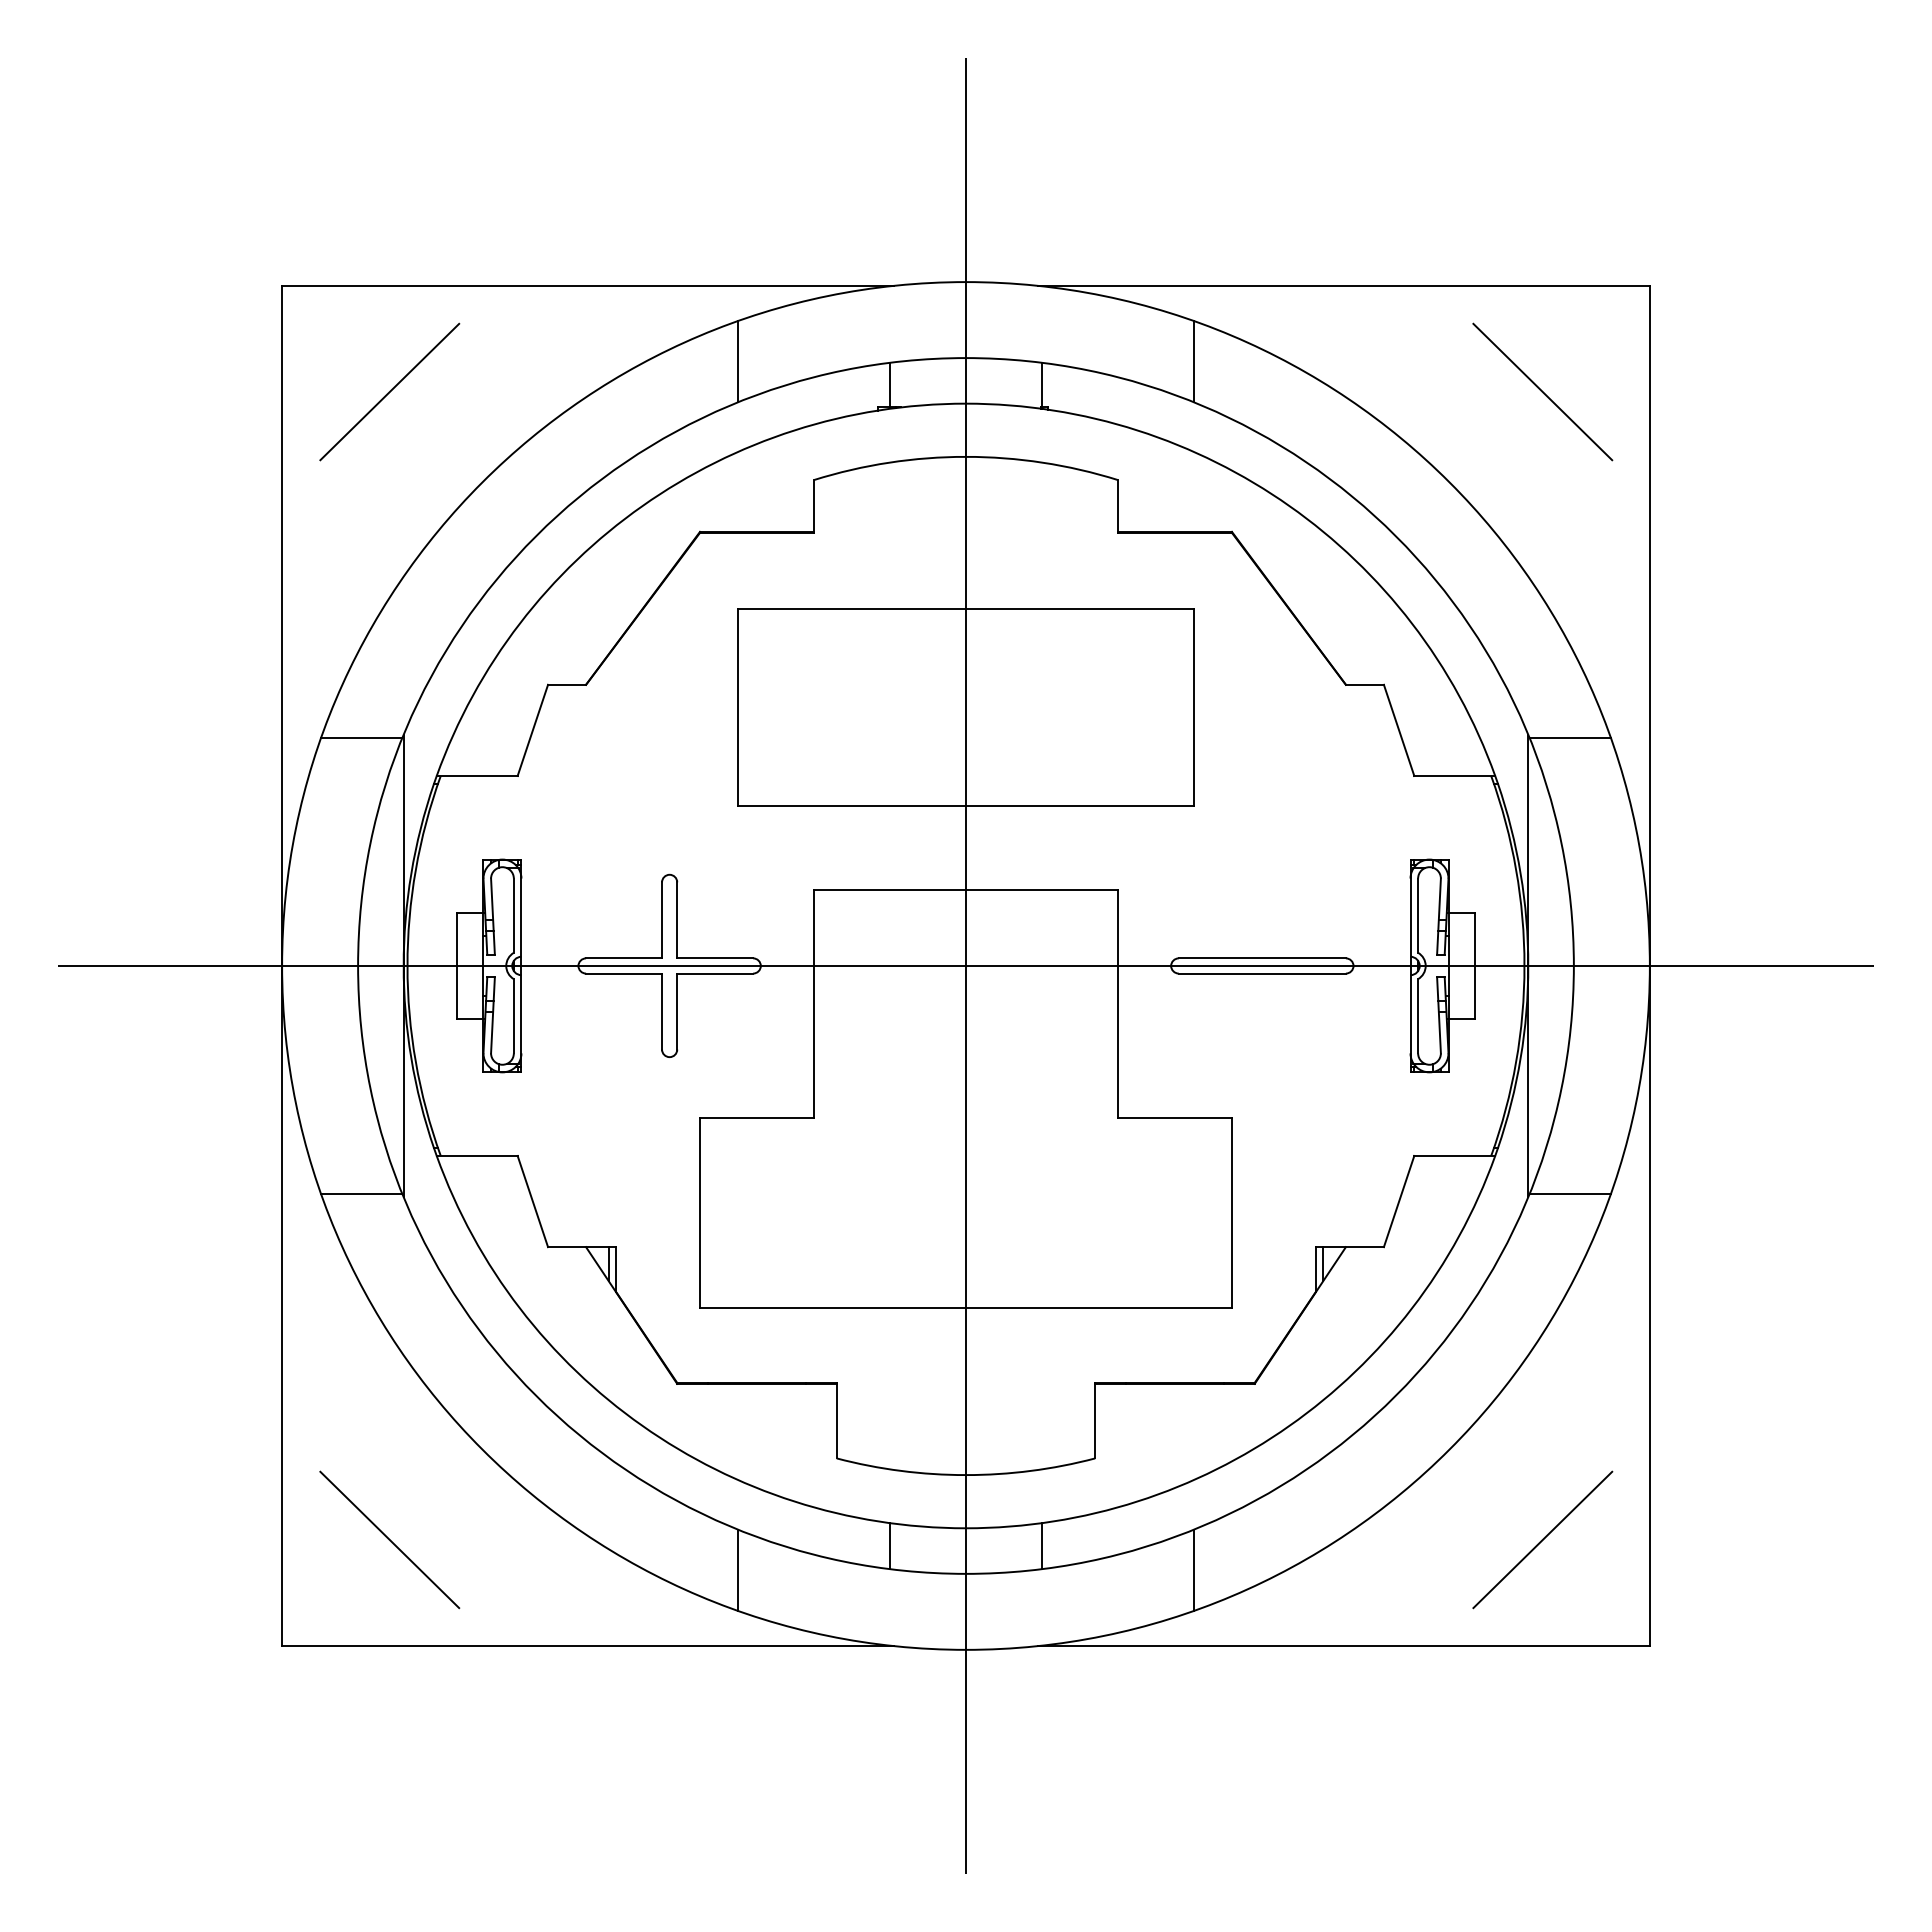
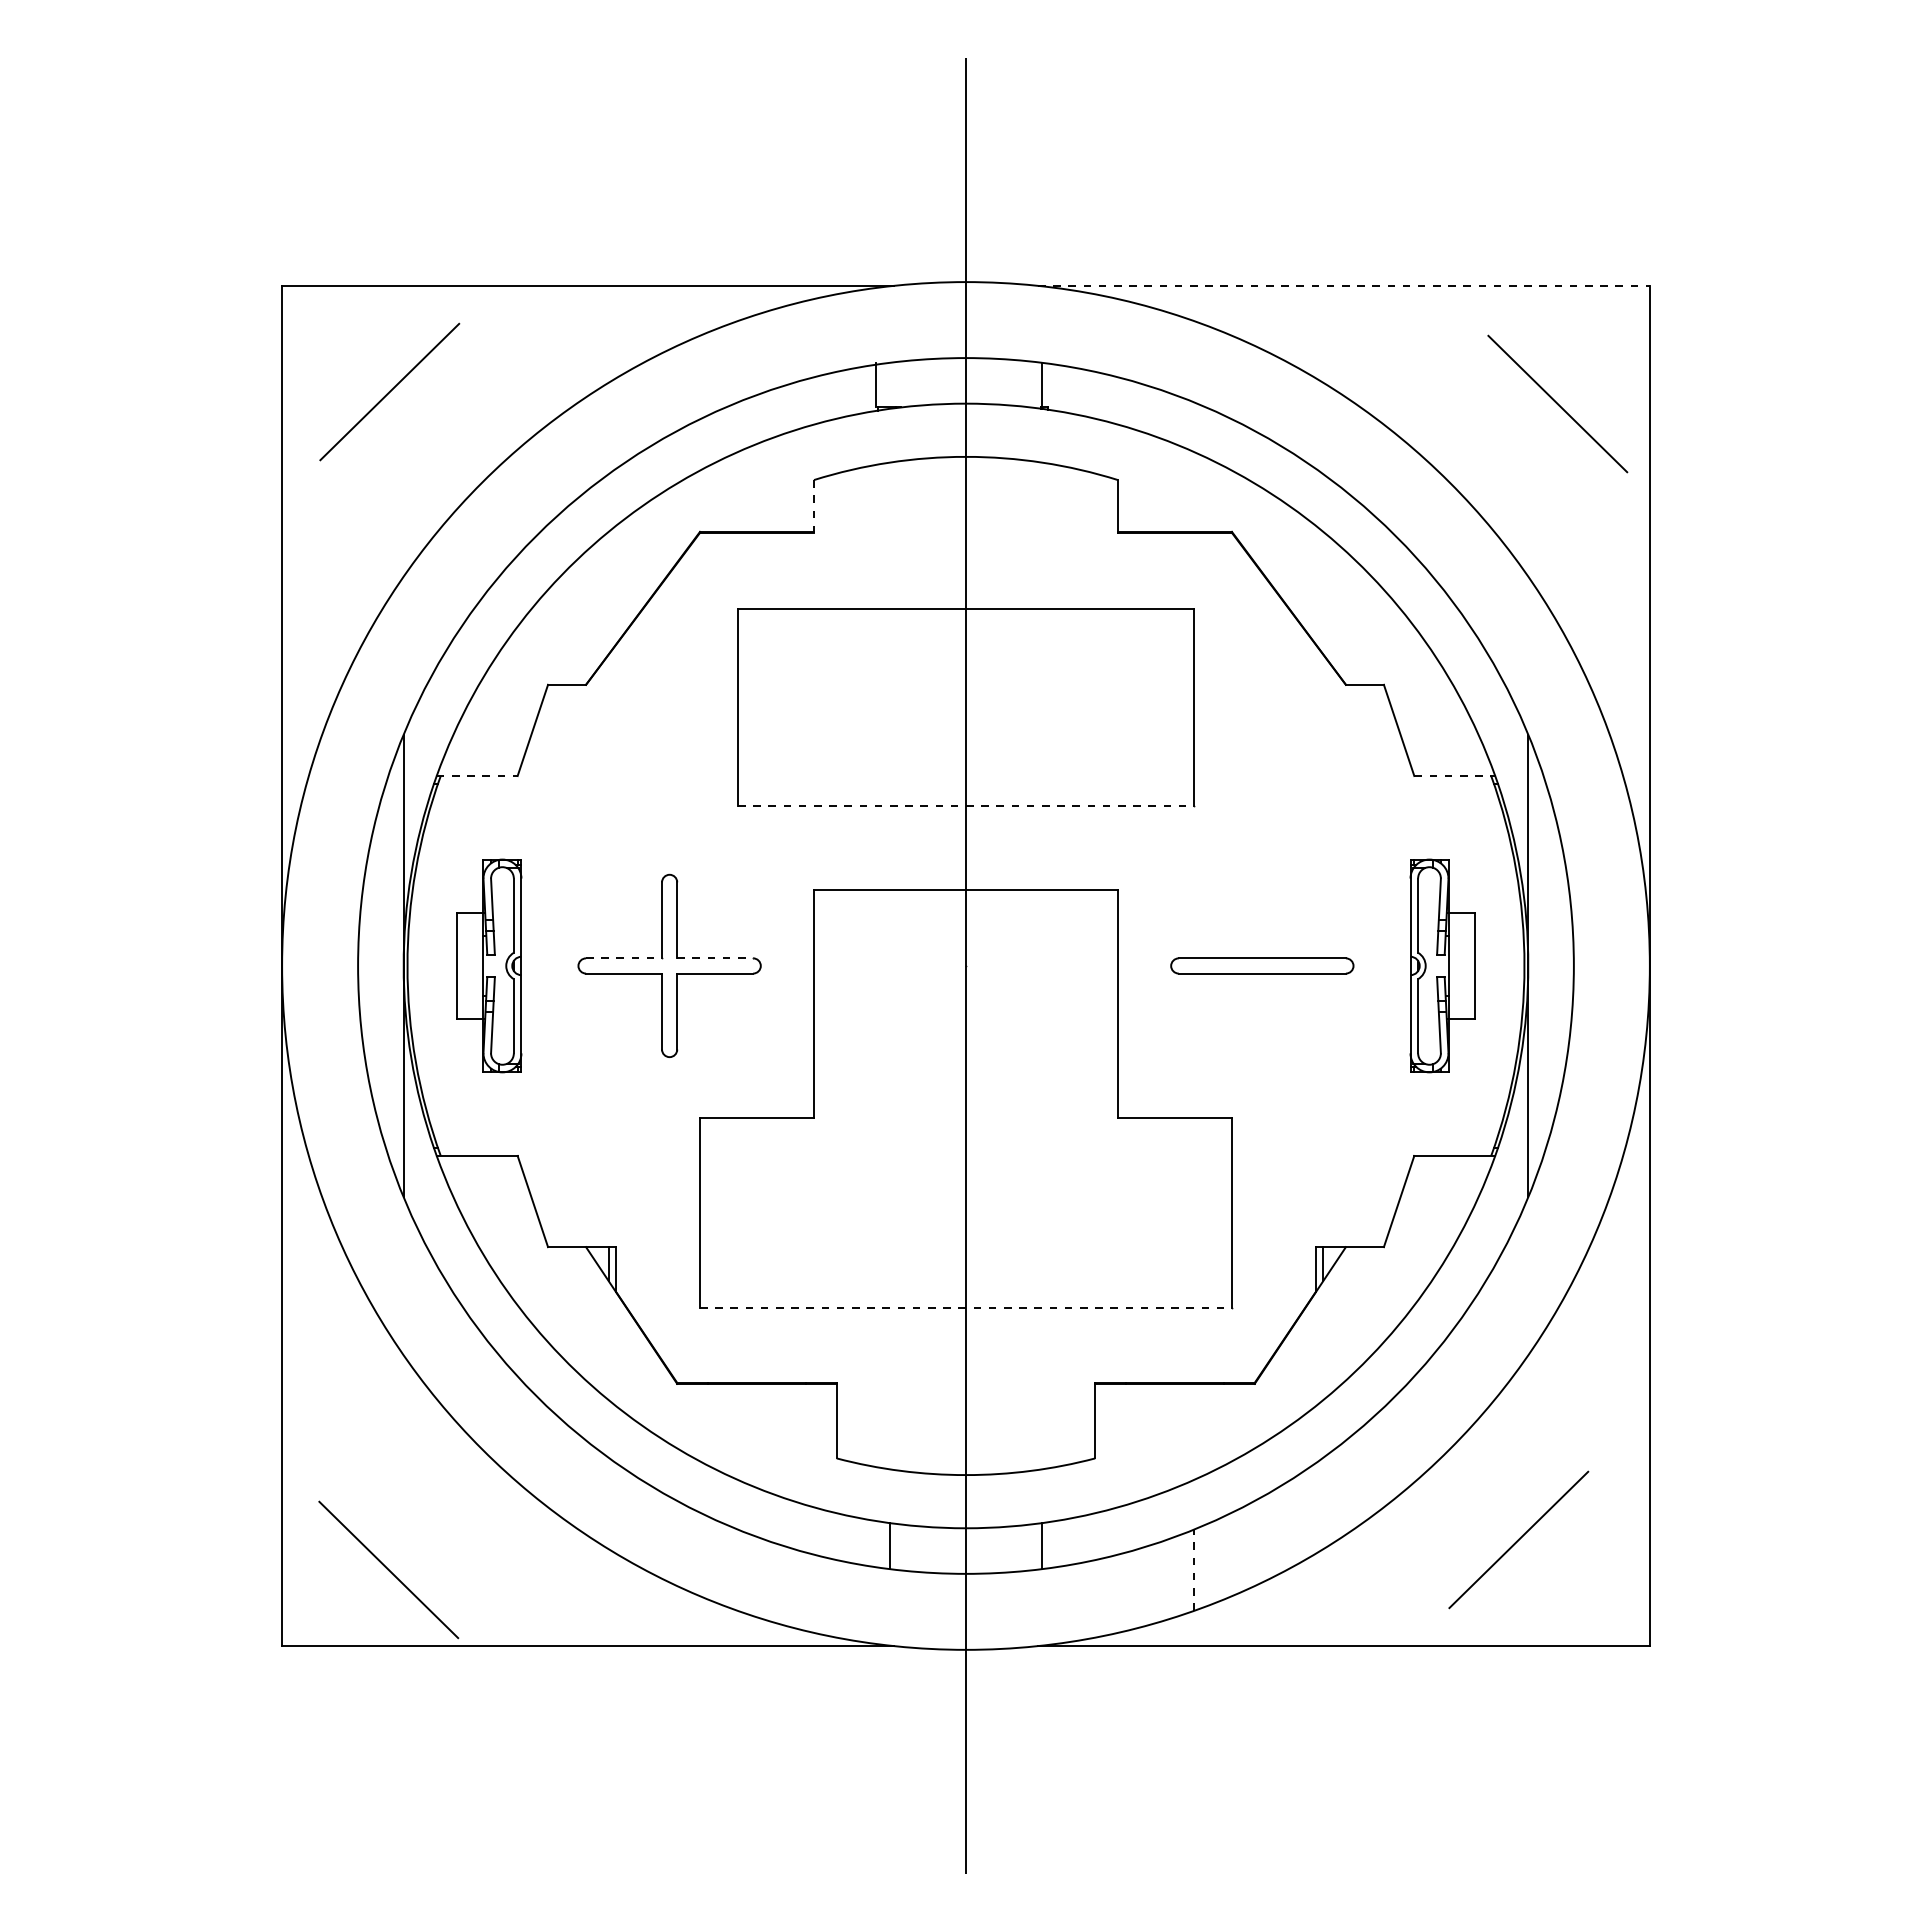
line at (1344, 285): solid -> dashed
line at (738, 361): present -> none
line at (1193, 361): present -> none
line at (890, 384) position: (890, 384) -> (876, 384)
line at (1542, 391) position: (1542, 391) -> (1557, 403)
line at (814, 506): solid -> dashed
line at (361, 738): present -> none
line at (1569, 738): present -> none
line at (477, 776): solid -> dashed
line at (1455, 776): solid -> dashed
line at (965, 806): solid -> dashed
line at (624, 958): solid -> dashed
line at (715, 958): solid -> dashed
line at (965, 965): present -> none
line at (361, 1193): present -> none
line at (1569, 1193): present -> none
line at (965, 1307): solid -> dashed
line at (389, 1539) position: (389, 1539) -> (388, 1569)
line at (1542, 1539) position: (1542, 1539) -> (1518, 1539)
line at (738, 1569): present -> none
line at (1193, 1570): solid -> dashed
